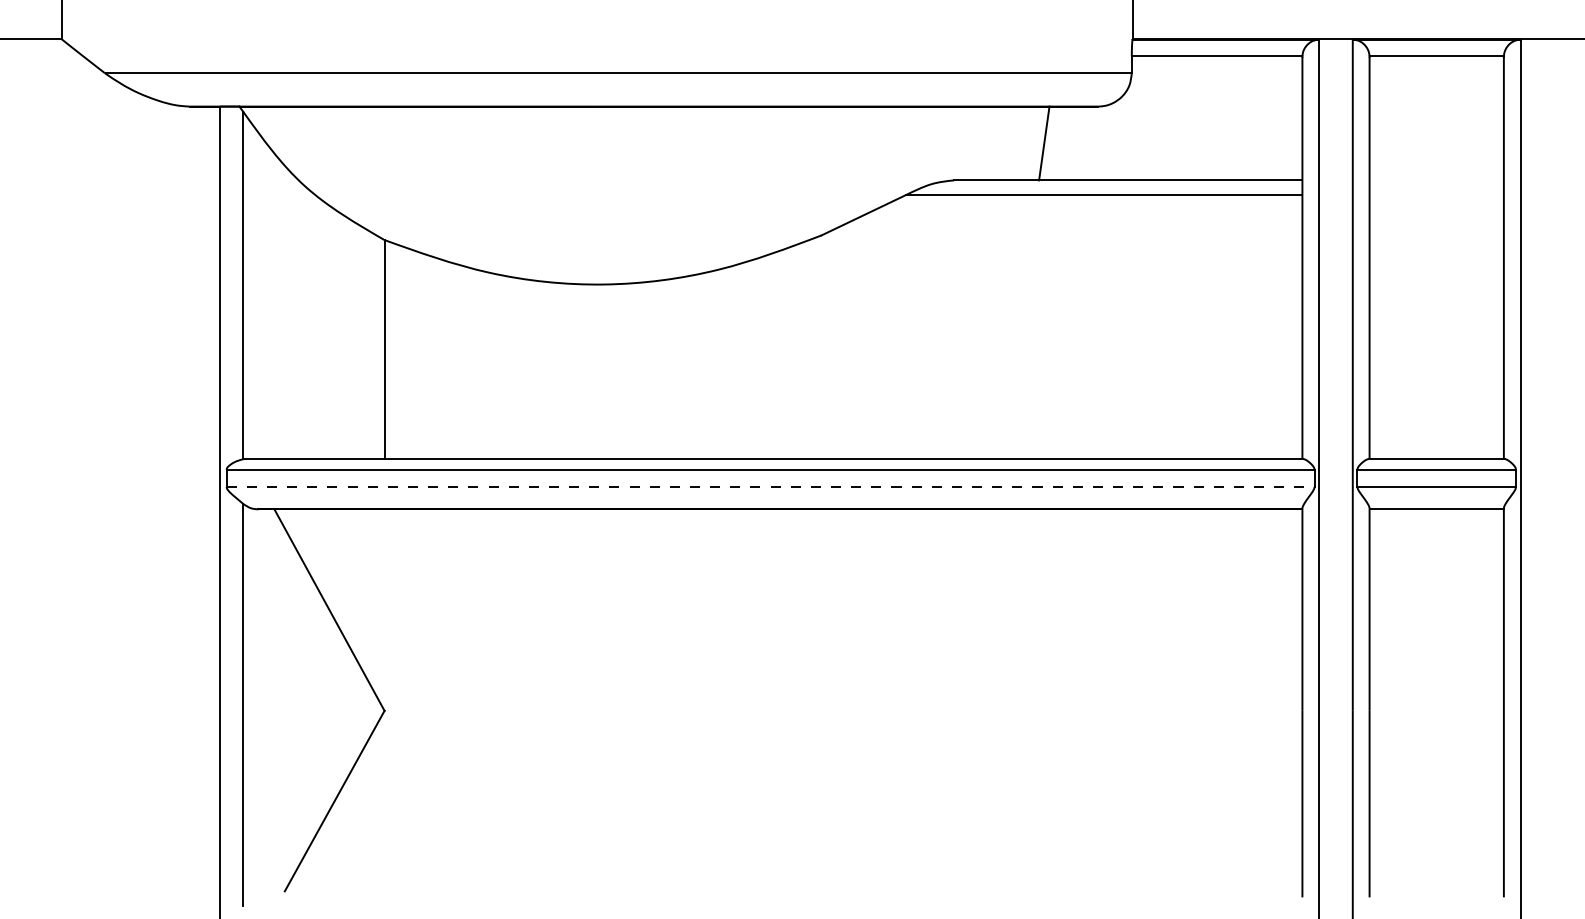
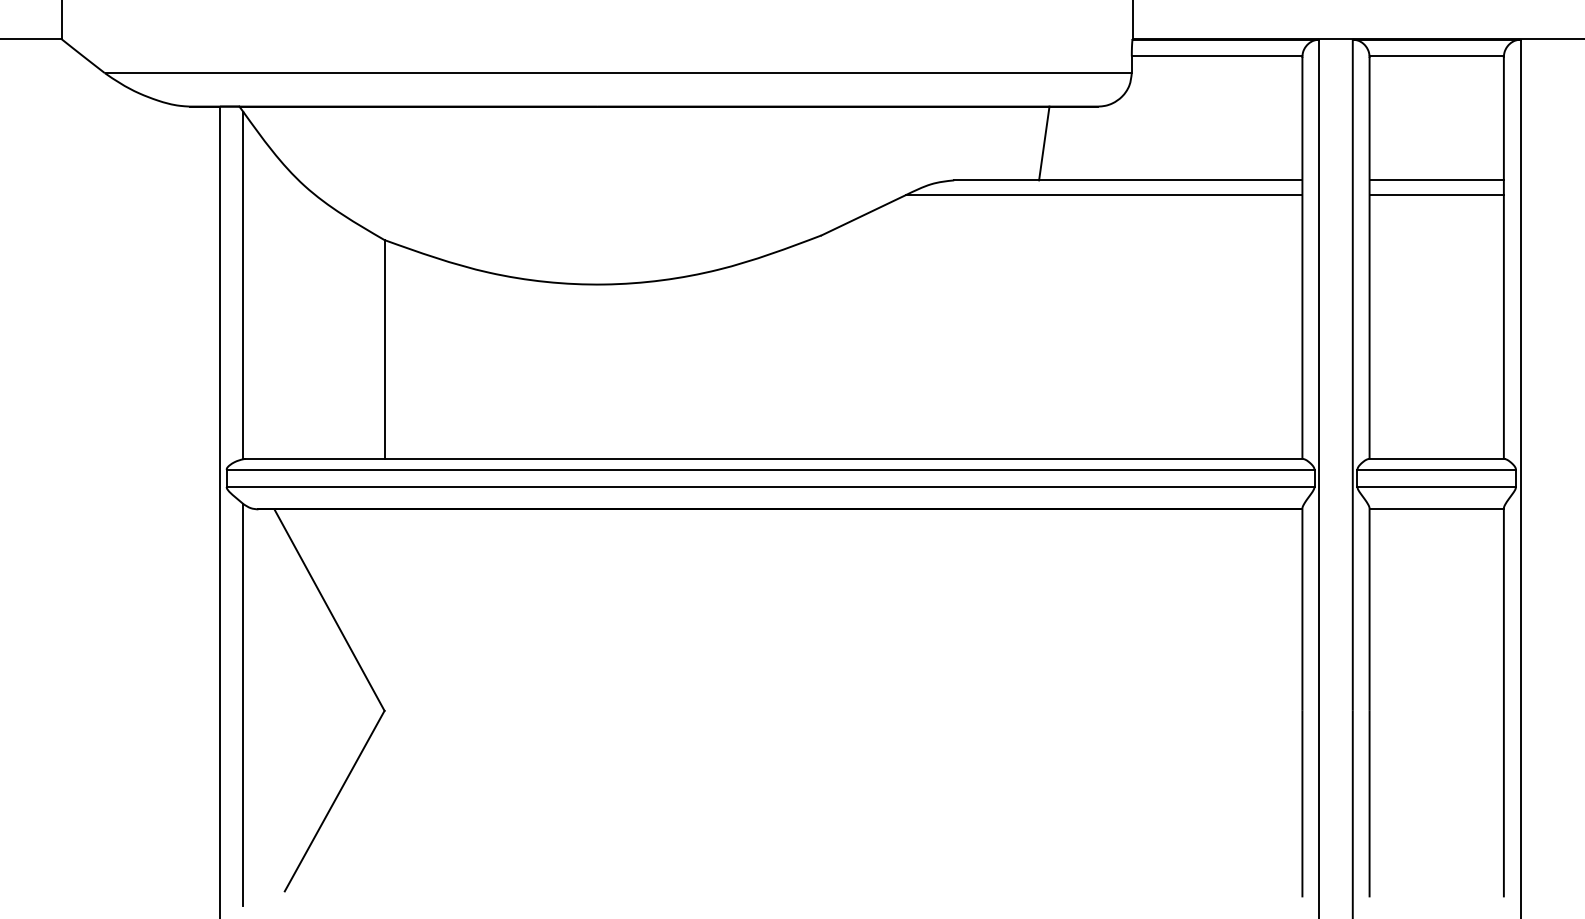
line at (1436, 180): none -> present
line at (1436, 195): none -> present
line at (770, 487): dashed -> solid
